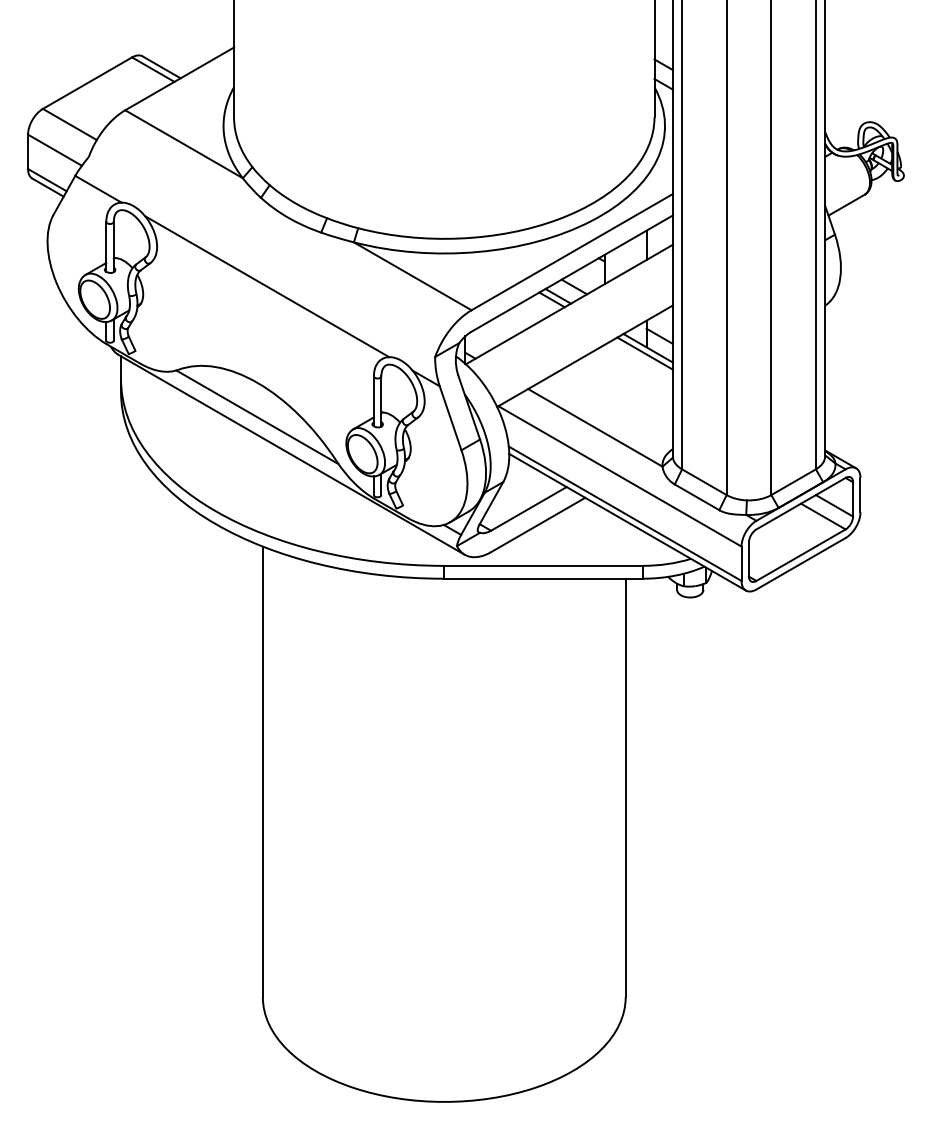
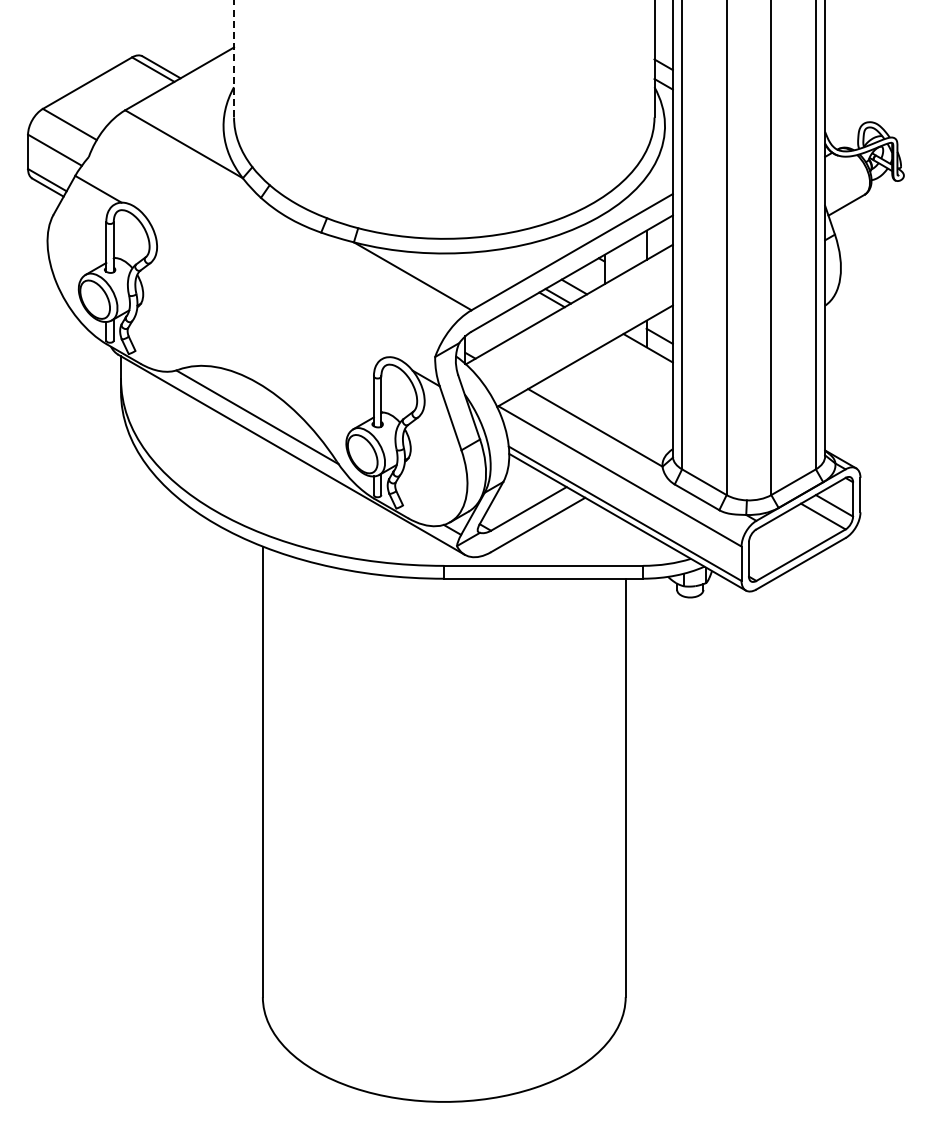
line at (234, 58): solid -> dashed
line at (267, 286): present -> none
line at (644, 353): present -> none
